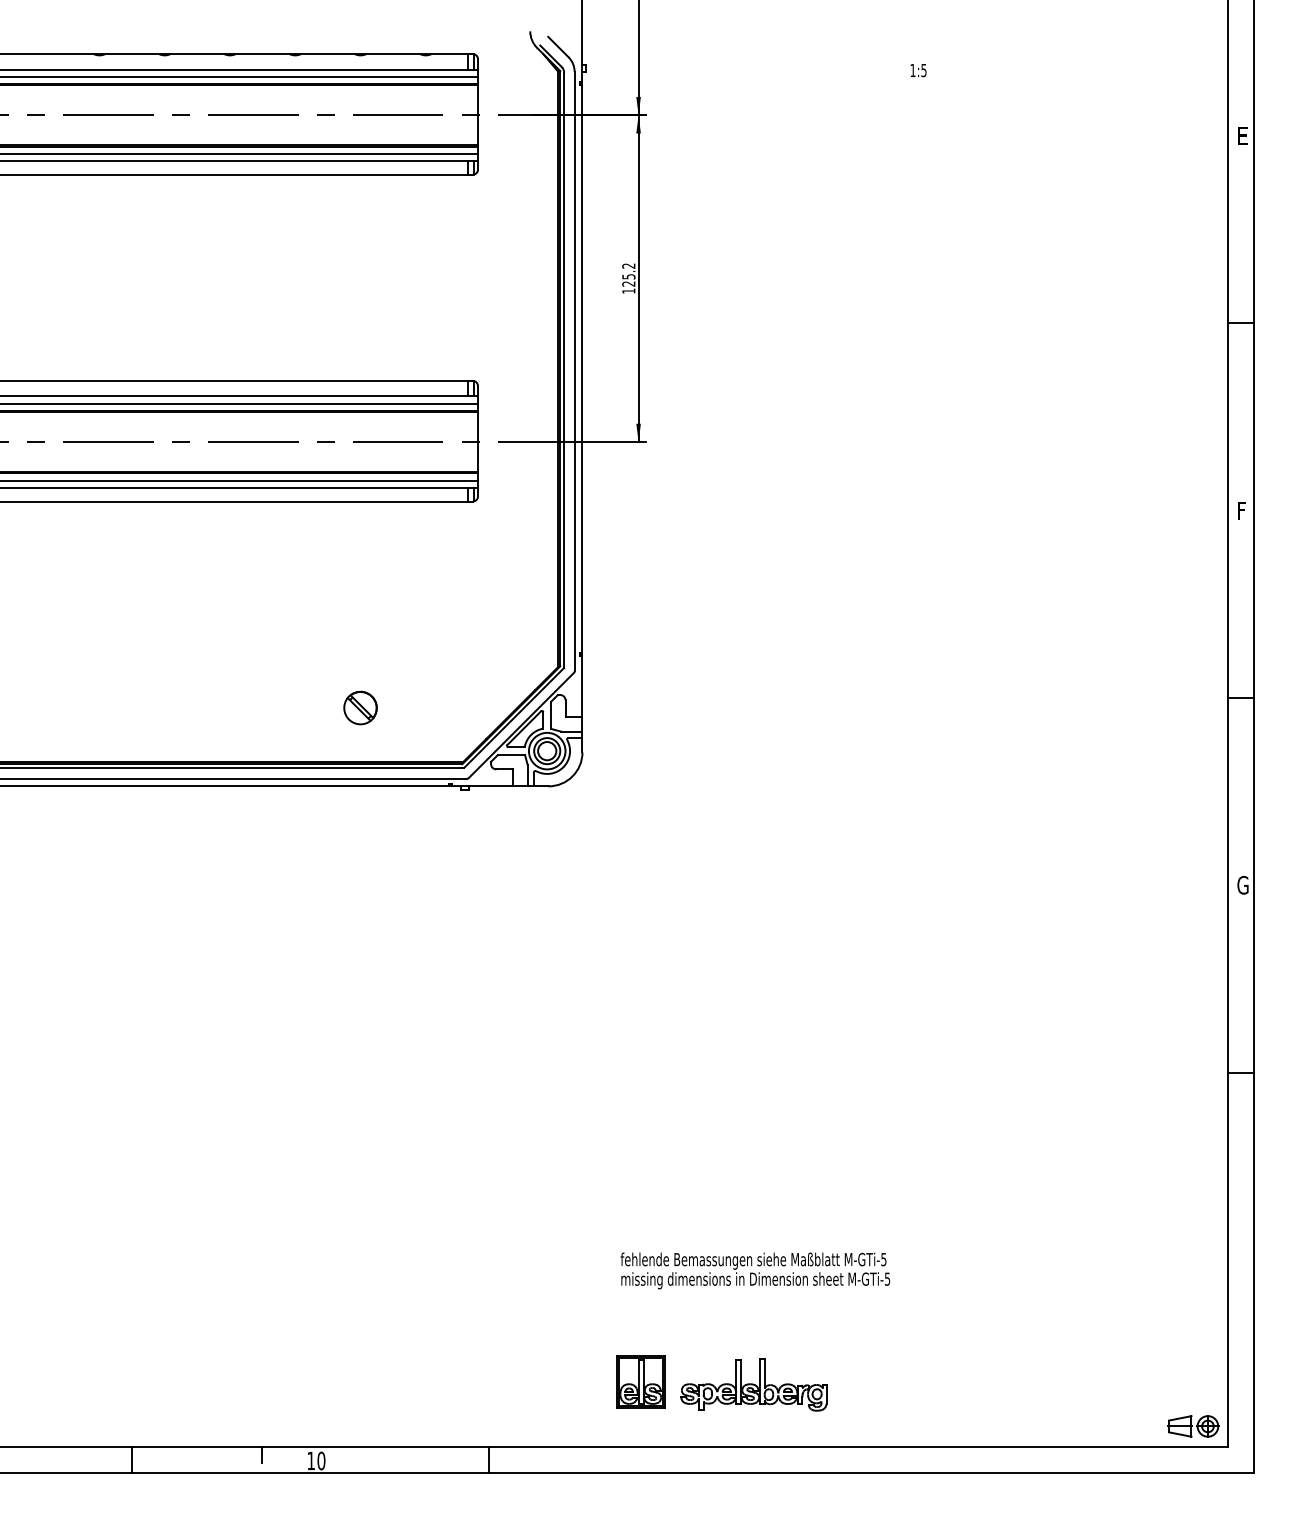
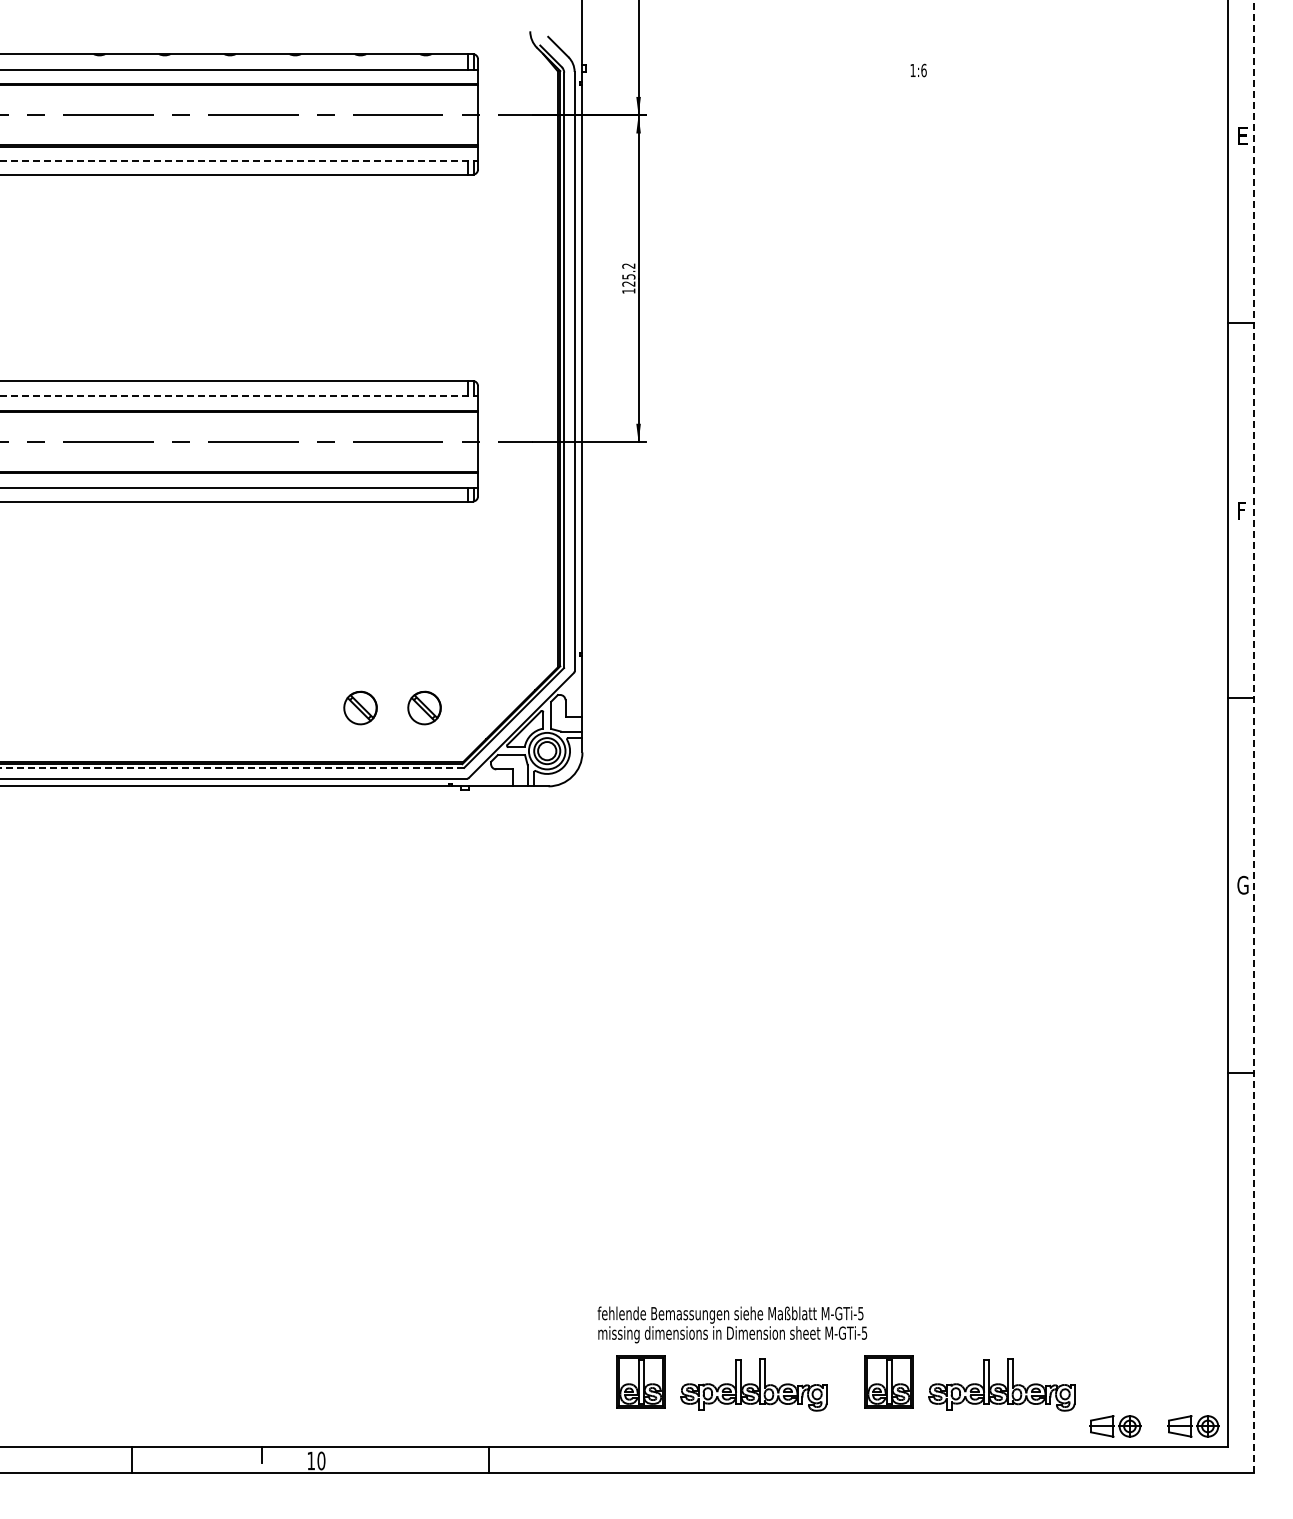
text at (923, 70): 1:5 -> 1:6
line at (240, 76): present -> none
line at (240, 153): present -> none
line at (239, 160): solid -> dashed
line at (239, 396): solid -> dashed
line at (240, 403): present -> none
line at (240, 480): present -> none
part at (424, 707): none -> present
line at (1254, 736): solid -> dashed
line at (231, 768): solid -> dashed
text at (755, 1270) position: (755, 1270) -> (732, 1324)
part at (969, 1383): none -> present
part at (1115, 1426): none -> present
